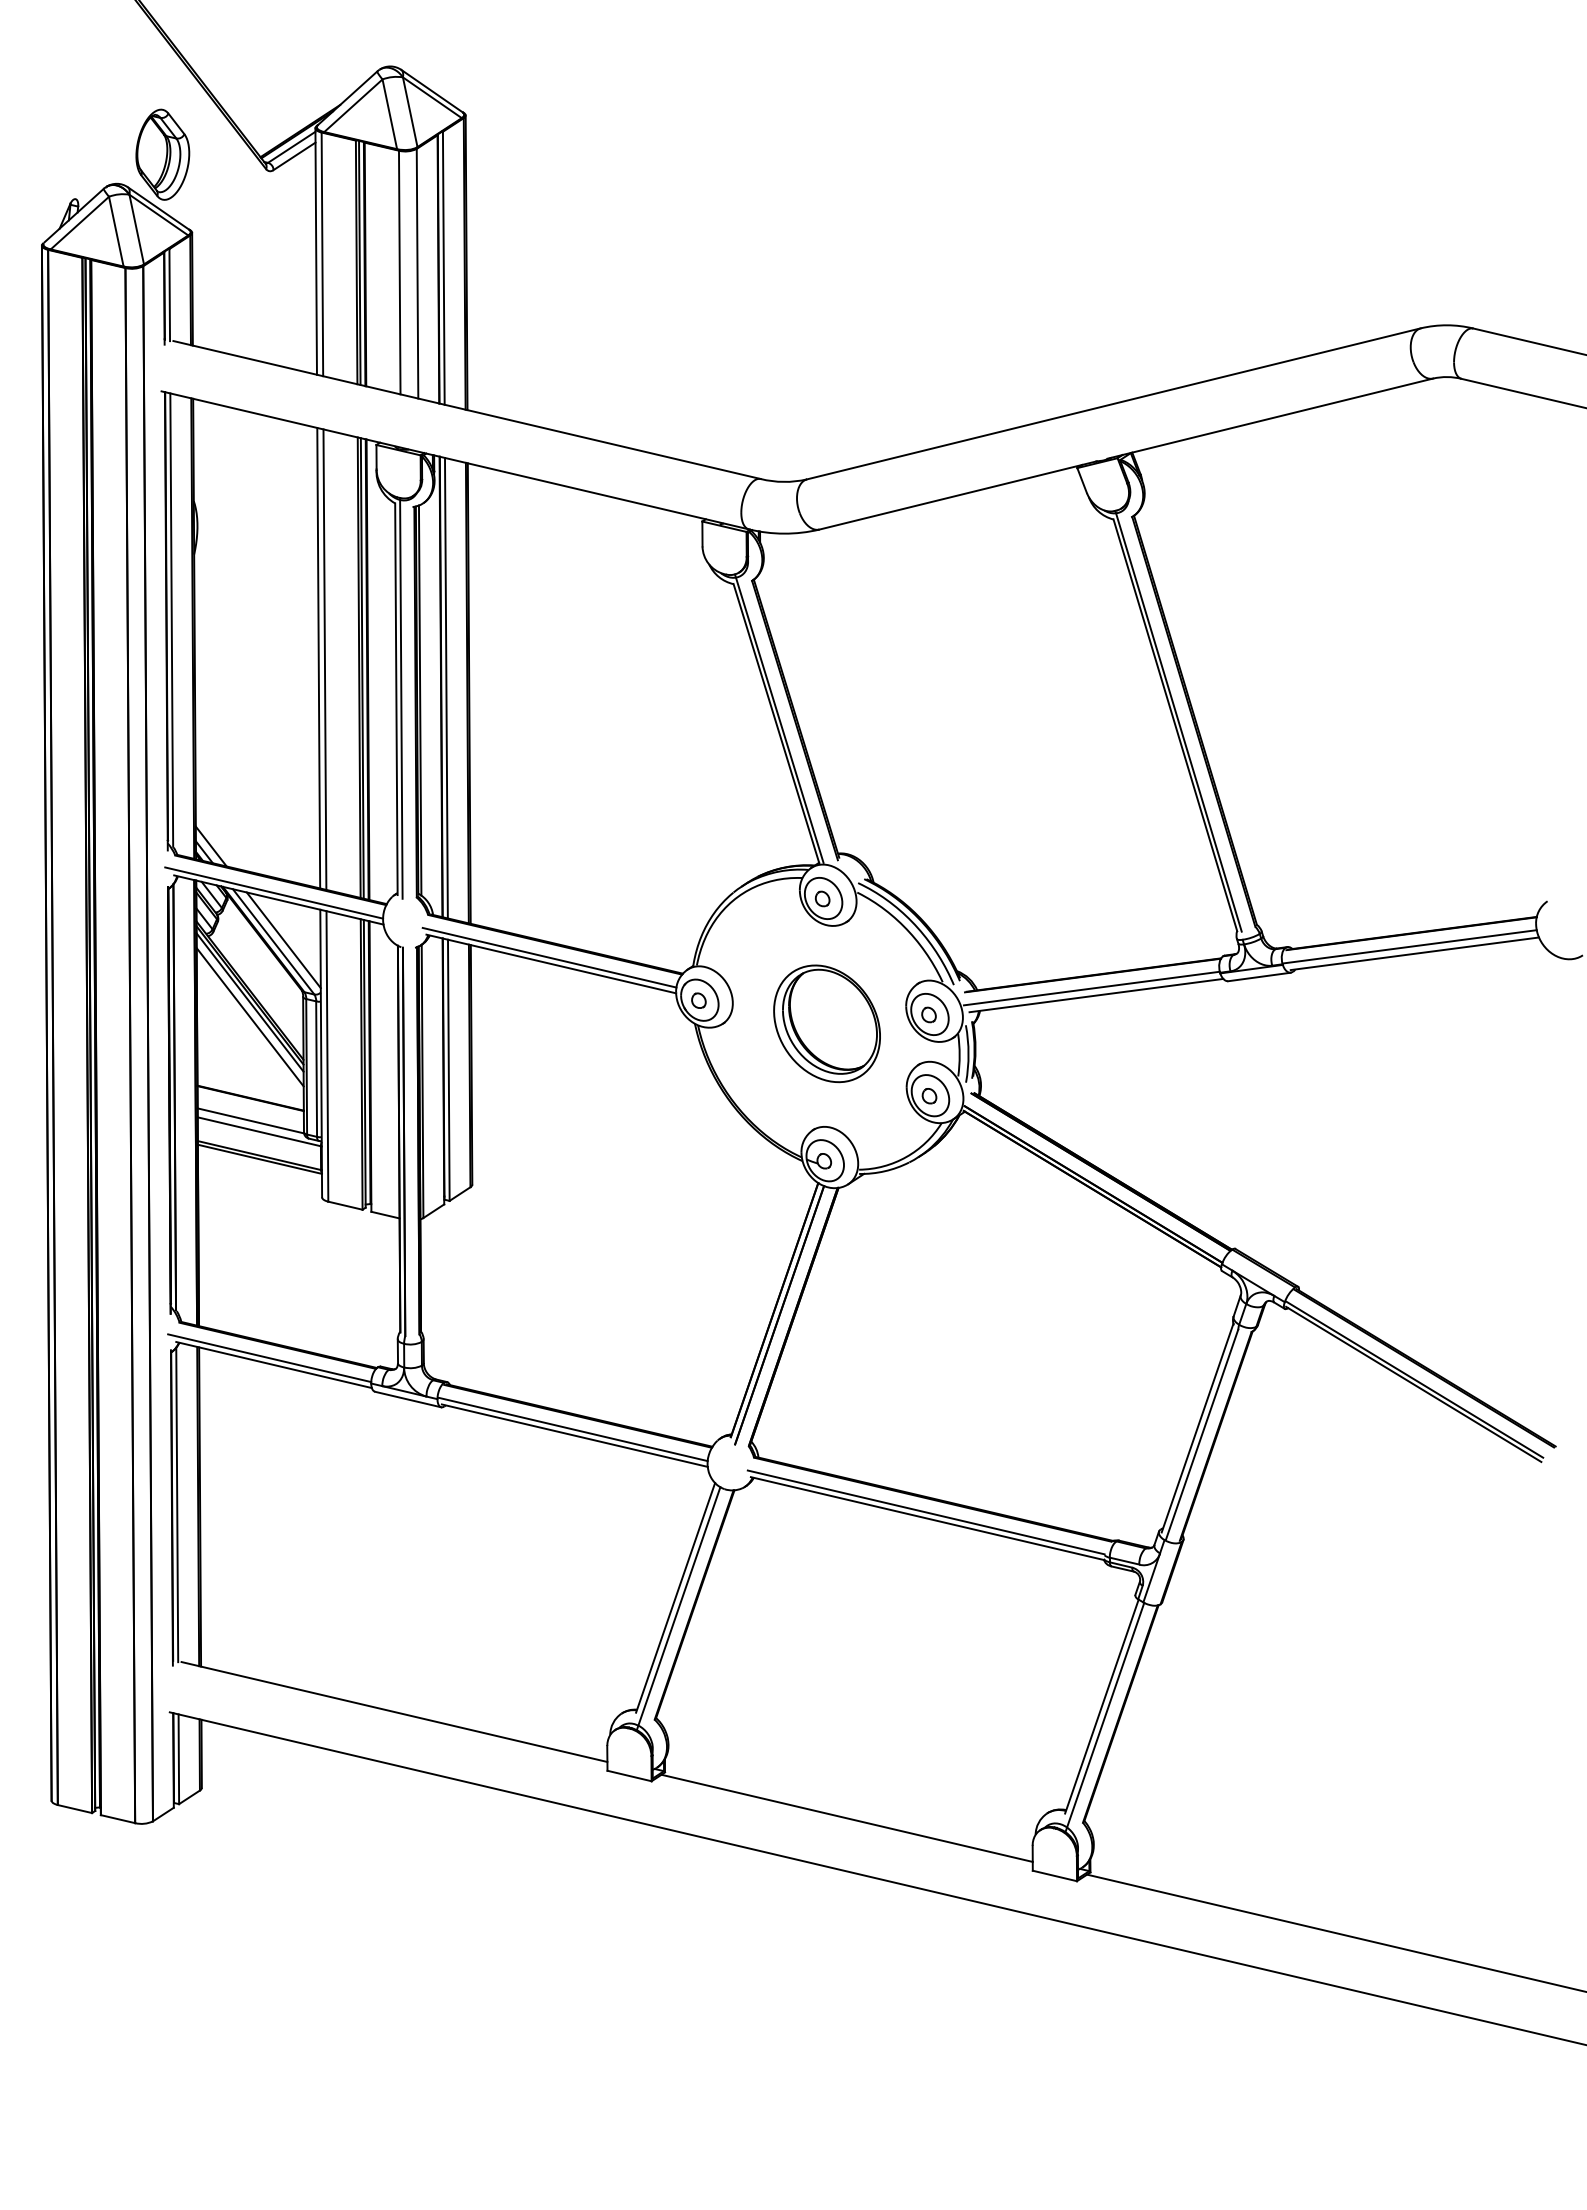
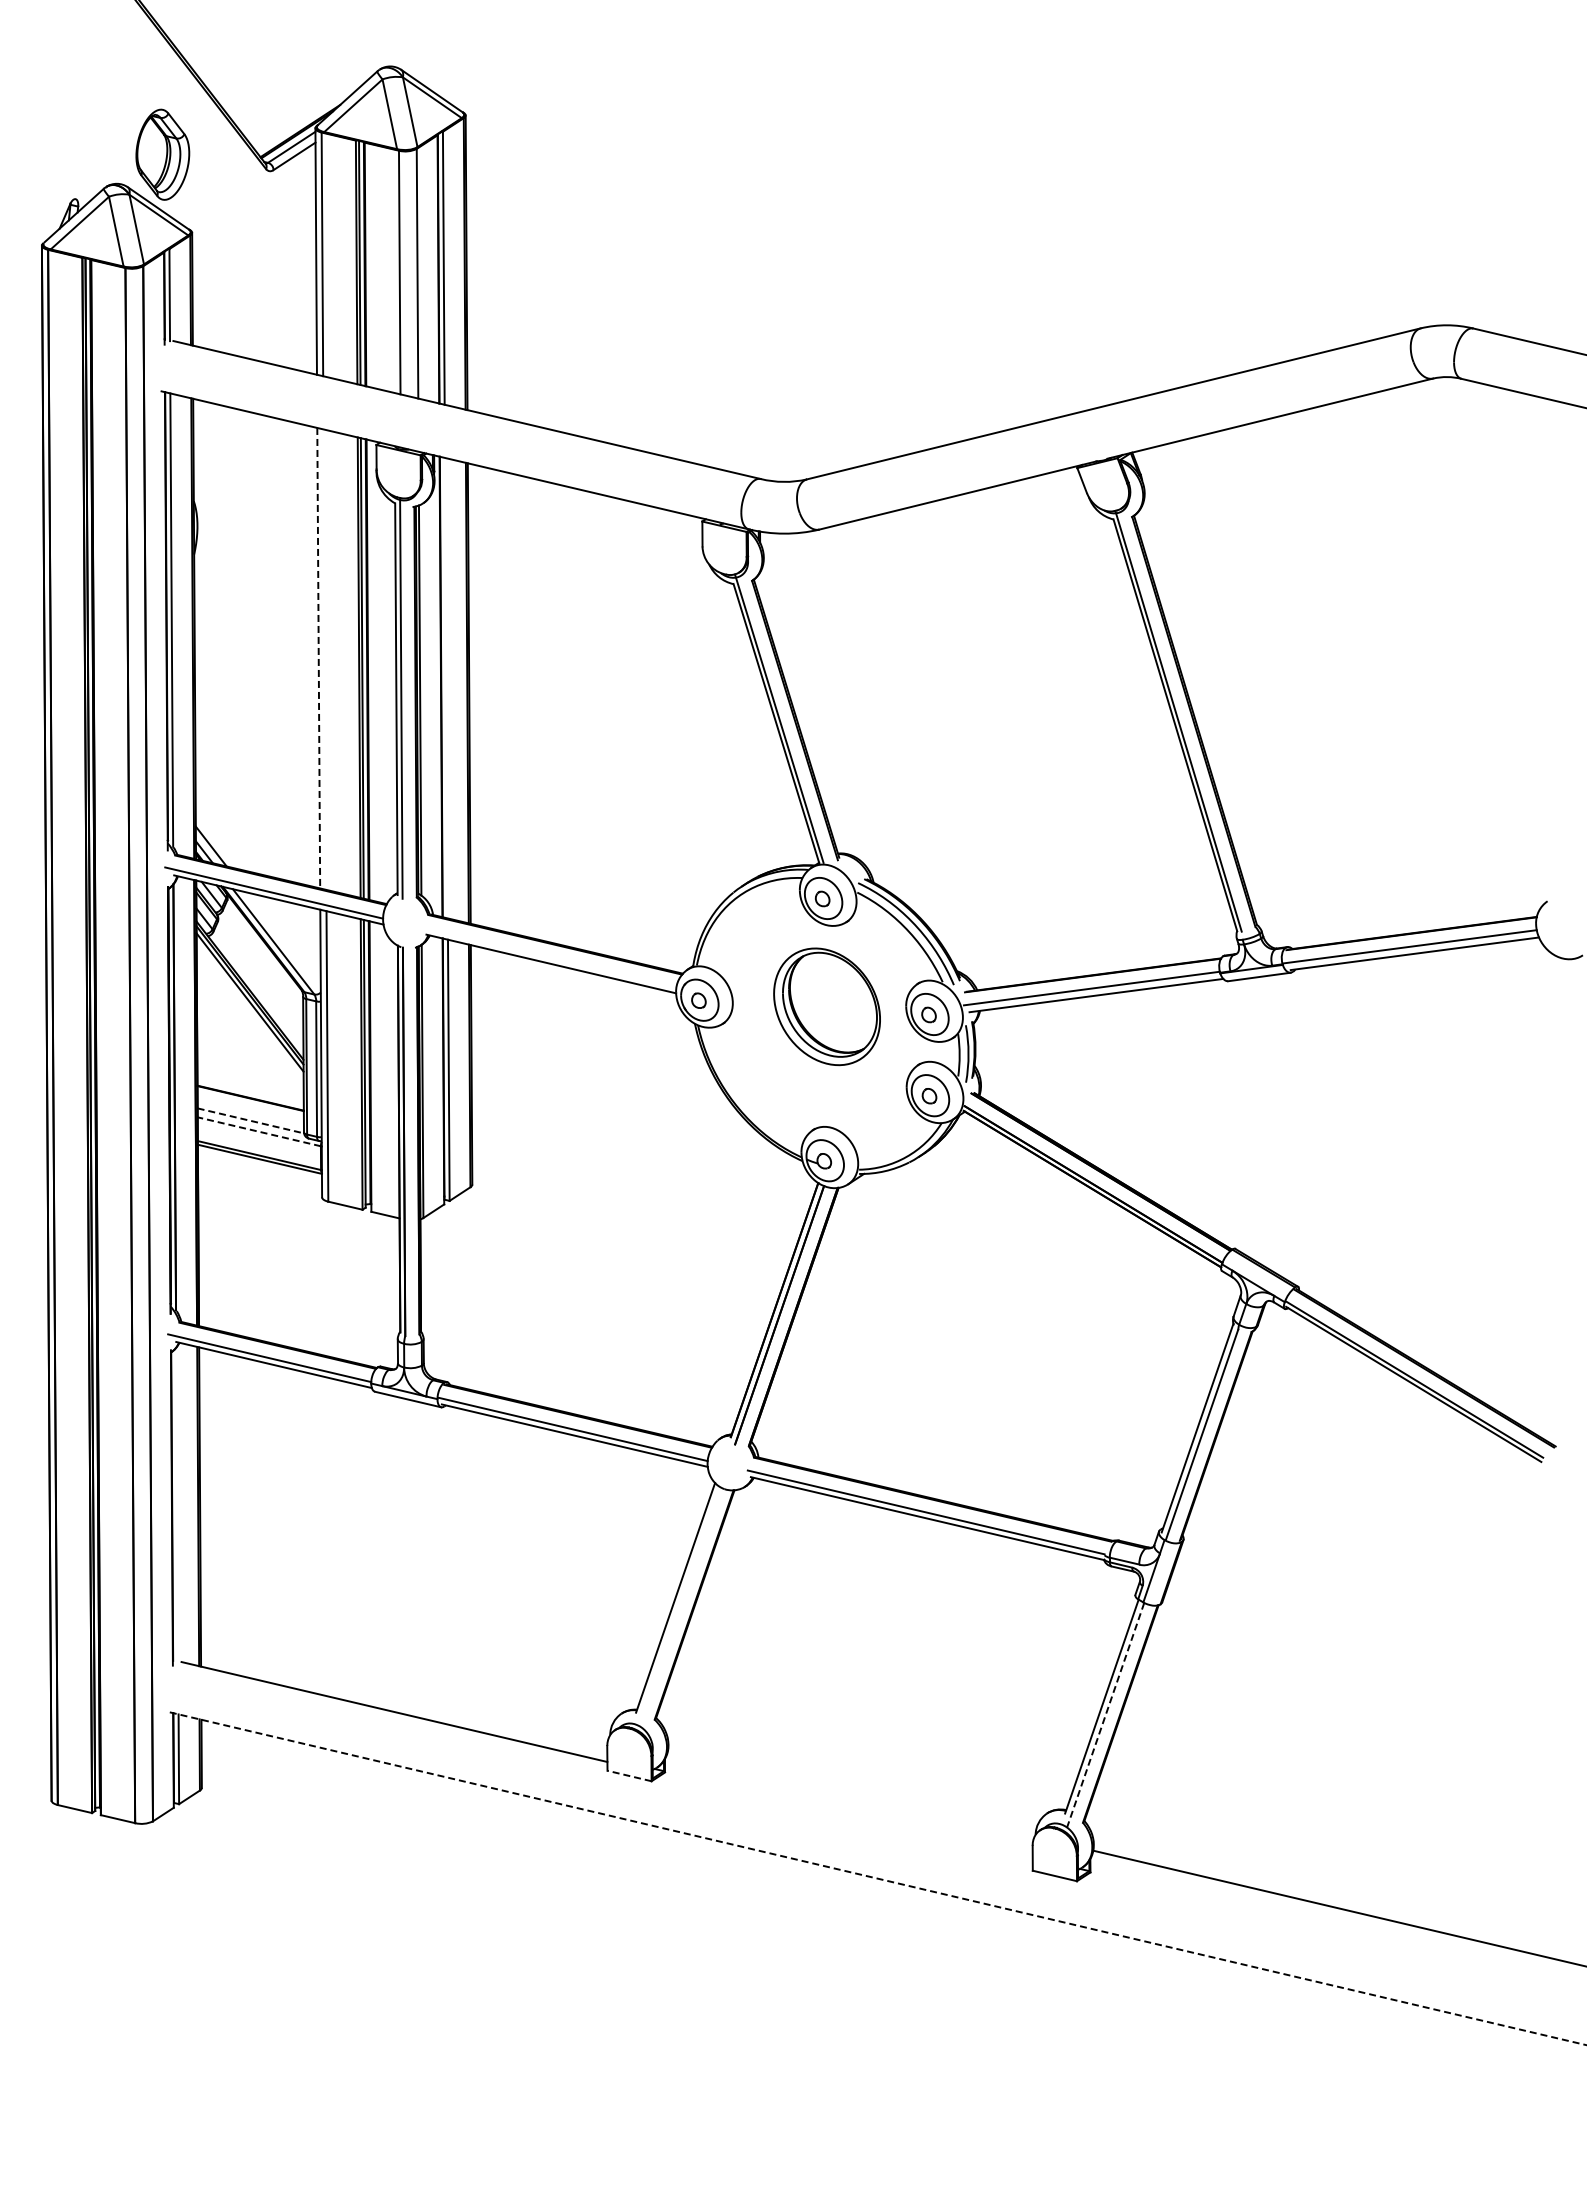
line at (318, 658): solid -> dashed
line at (324, 659): present -> none
line at (446, 687): present -> none
line at (283, 940): present -> none
line at (549, 957): present -> none
line at (249, 1016): present -> none
part at (826, 1023) position: (826, 1023) -> (826, 1006)
line at (250, 1120): solid -> dashed
line at (258, 1131): solid -> dashed
line at (177, 1504): present -> none
line at (678, 1608): present -> none
line at (1104, 1717): solid -> dashed
line at (629, 1776): solid -> dashed
line at (846, 1817): present -> none
line at (878, 1878): solid -> dashed
line at (1334, 1932) position: (1334, 1932) -> (1337, 1907)
